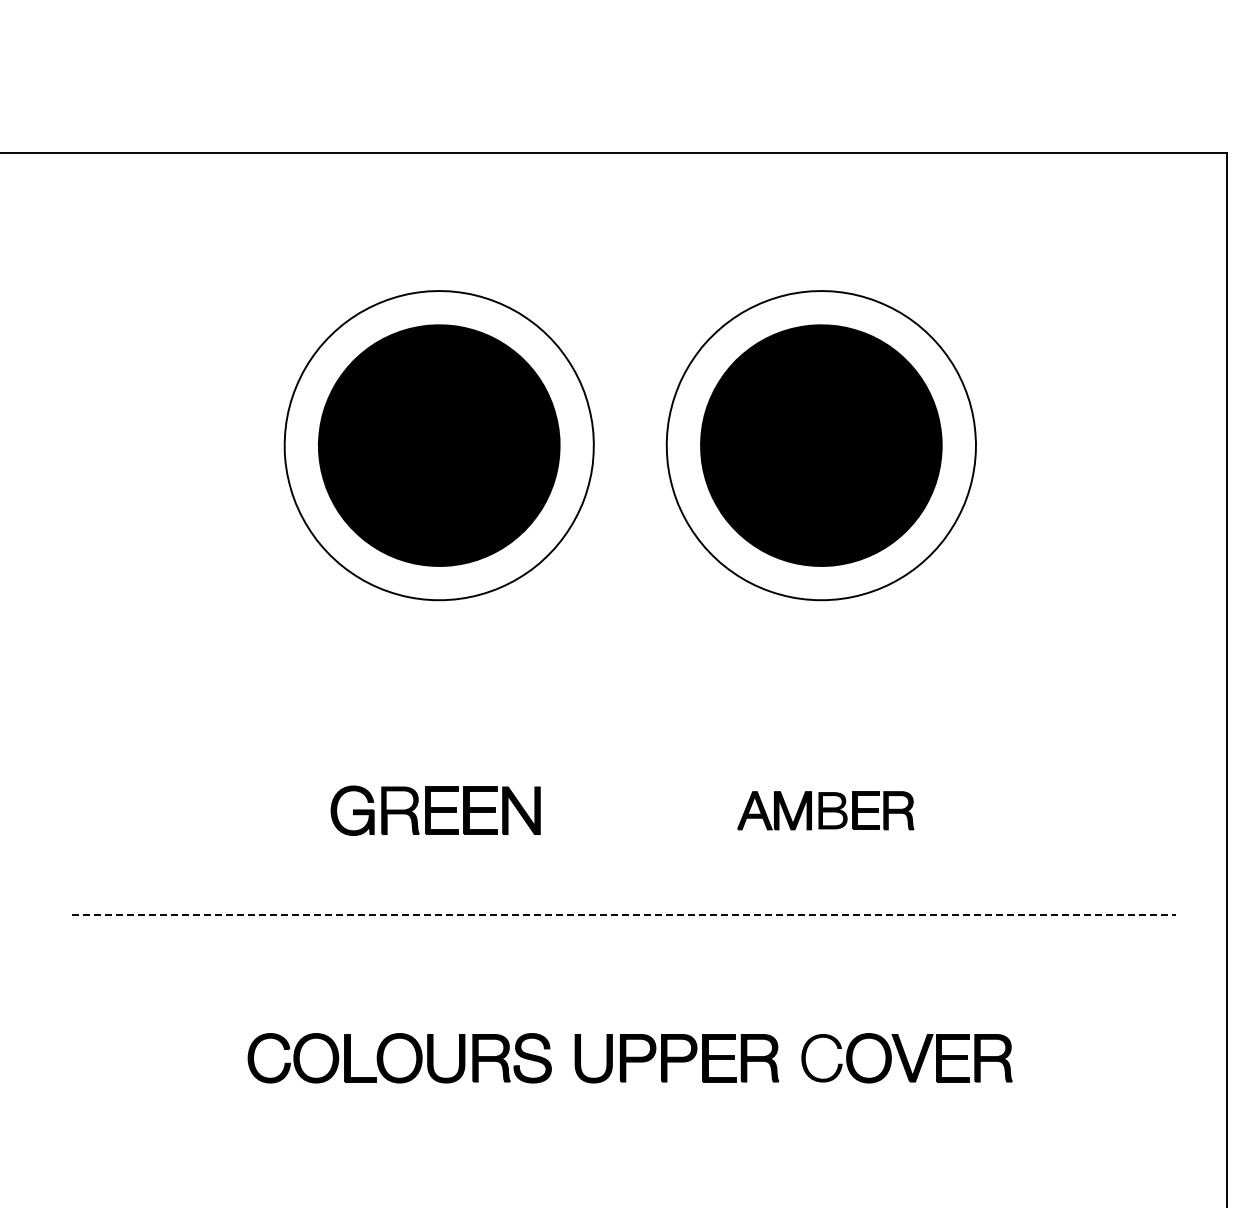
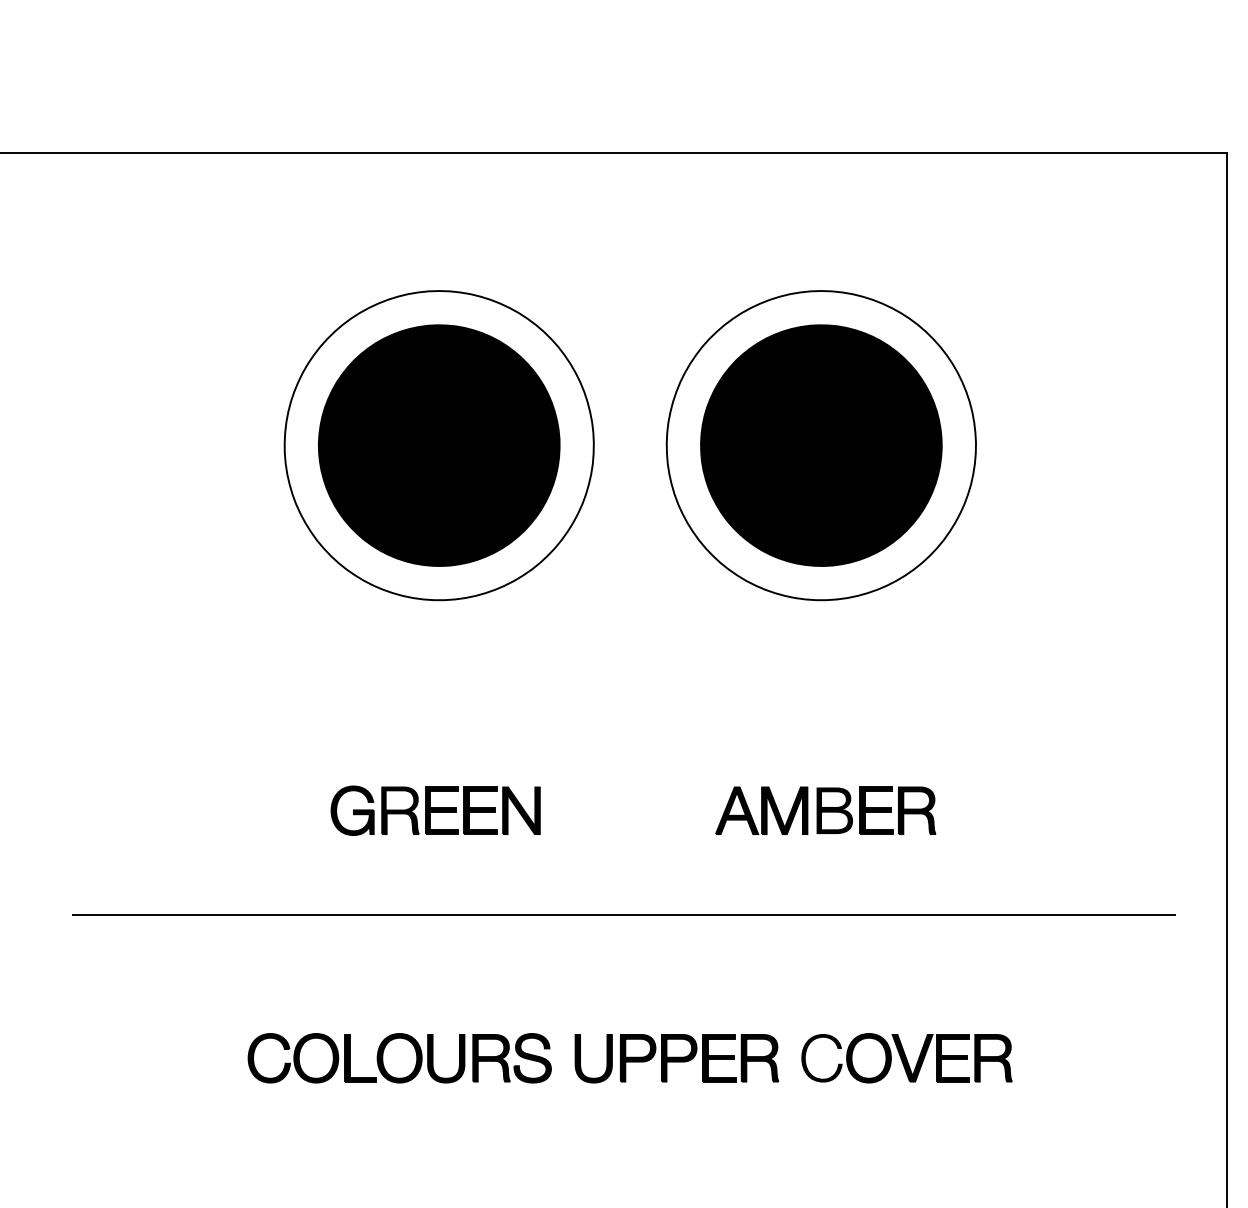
part at (825, 810) size: 178x40 px -> 222x49 px
line at (623, 915): dashed -> solid
